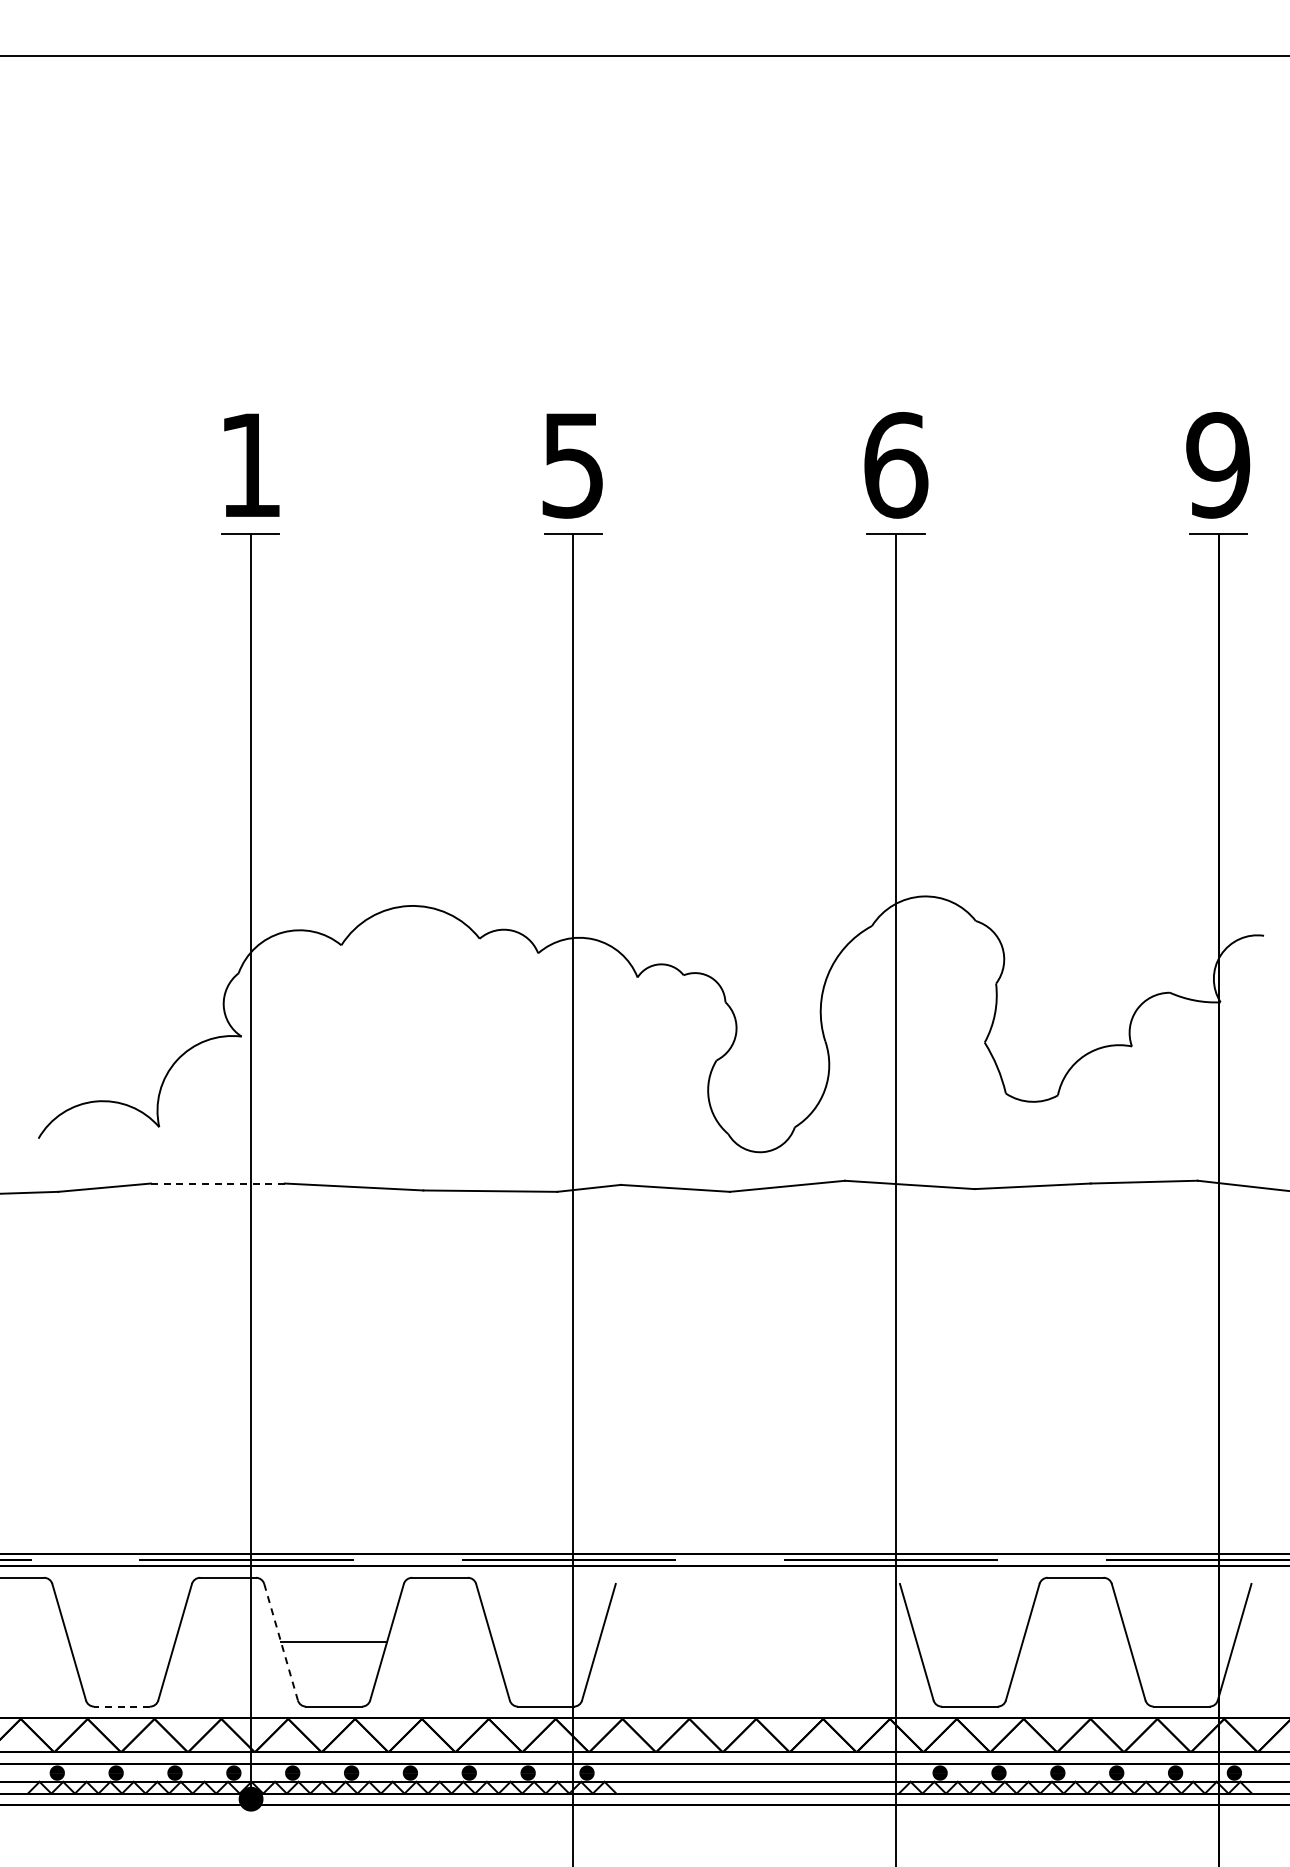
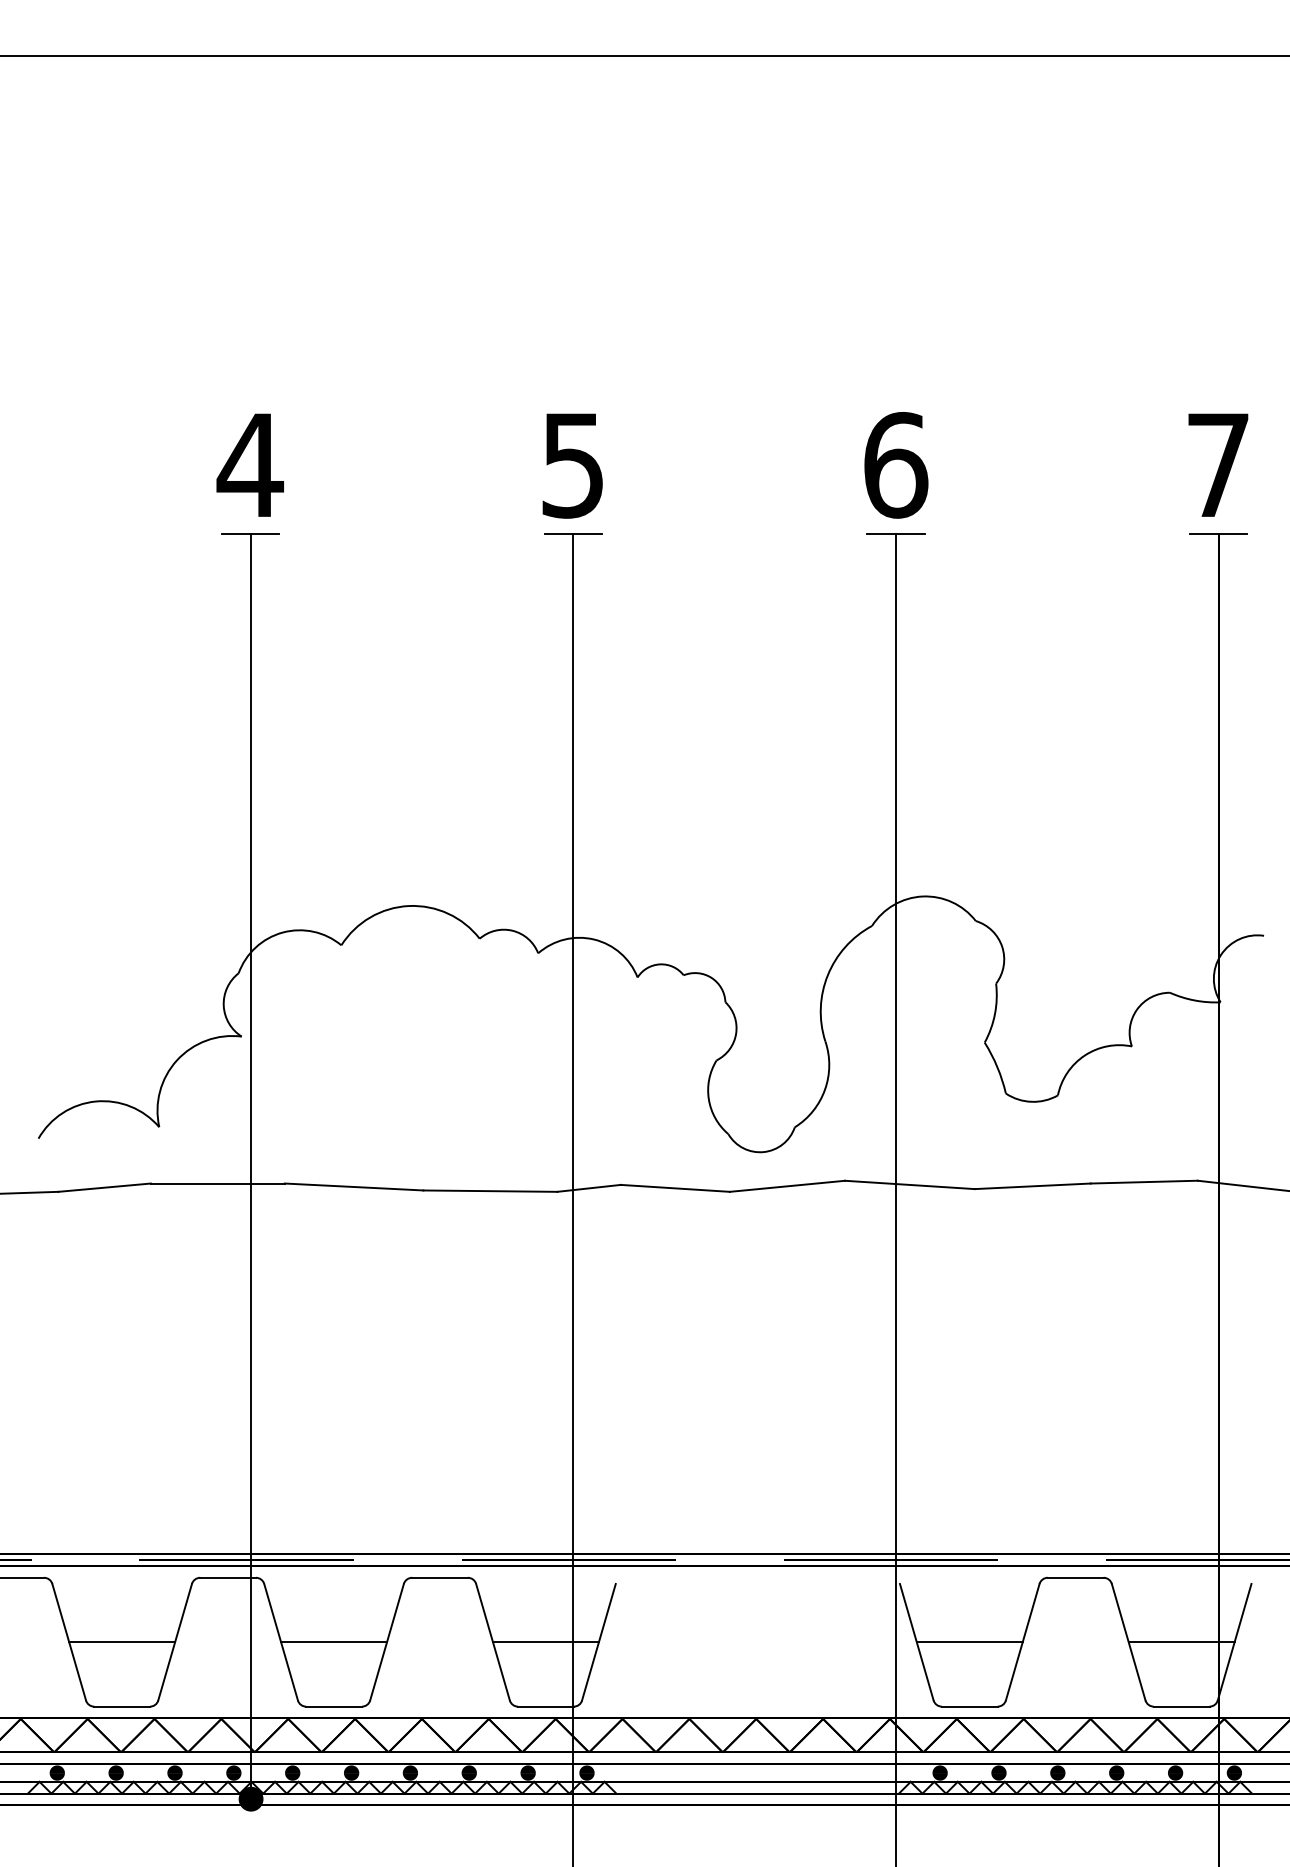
text at (249, 464): 1 -> 4
text at (1218, 465): 9 -> 7
line at (217, 1183): dashed -> solid
line at (122, 1642): none -> present
line at (281, 1642): dashed -> solid
line at (545, 1642): none -> present
line at (969, 1642): none -> present
line at (1181, 1642): none -> present
line at (122, 1706): dashed -> solid
